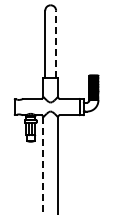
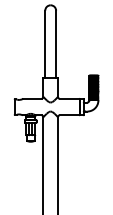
line at (56, 44): dashed -> solid
line at (43, 166): dashed -> solid
